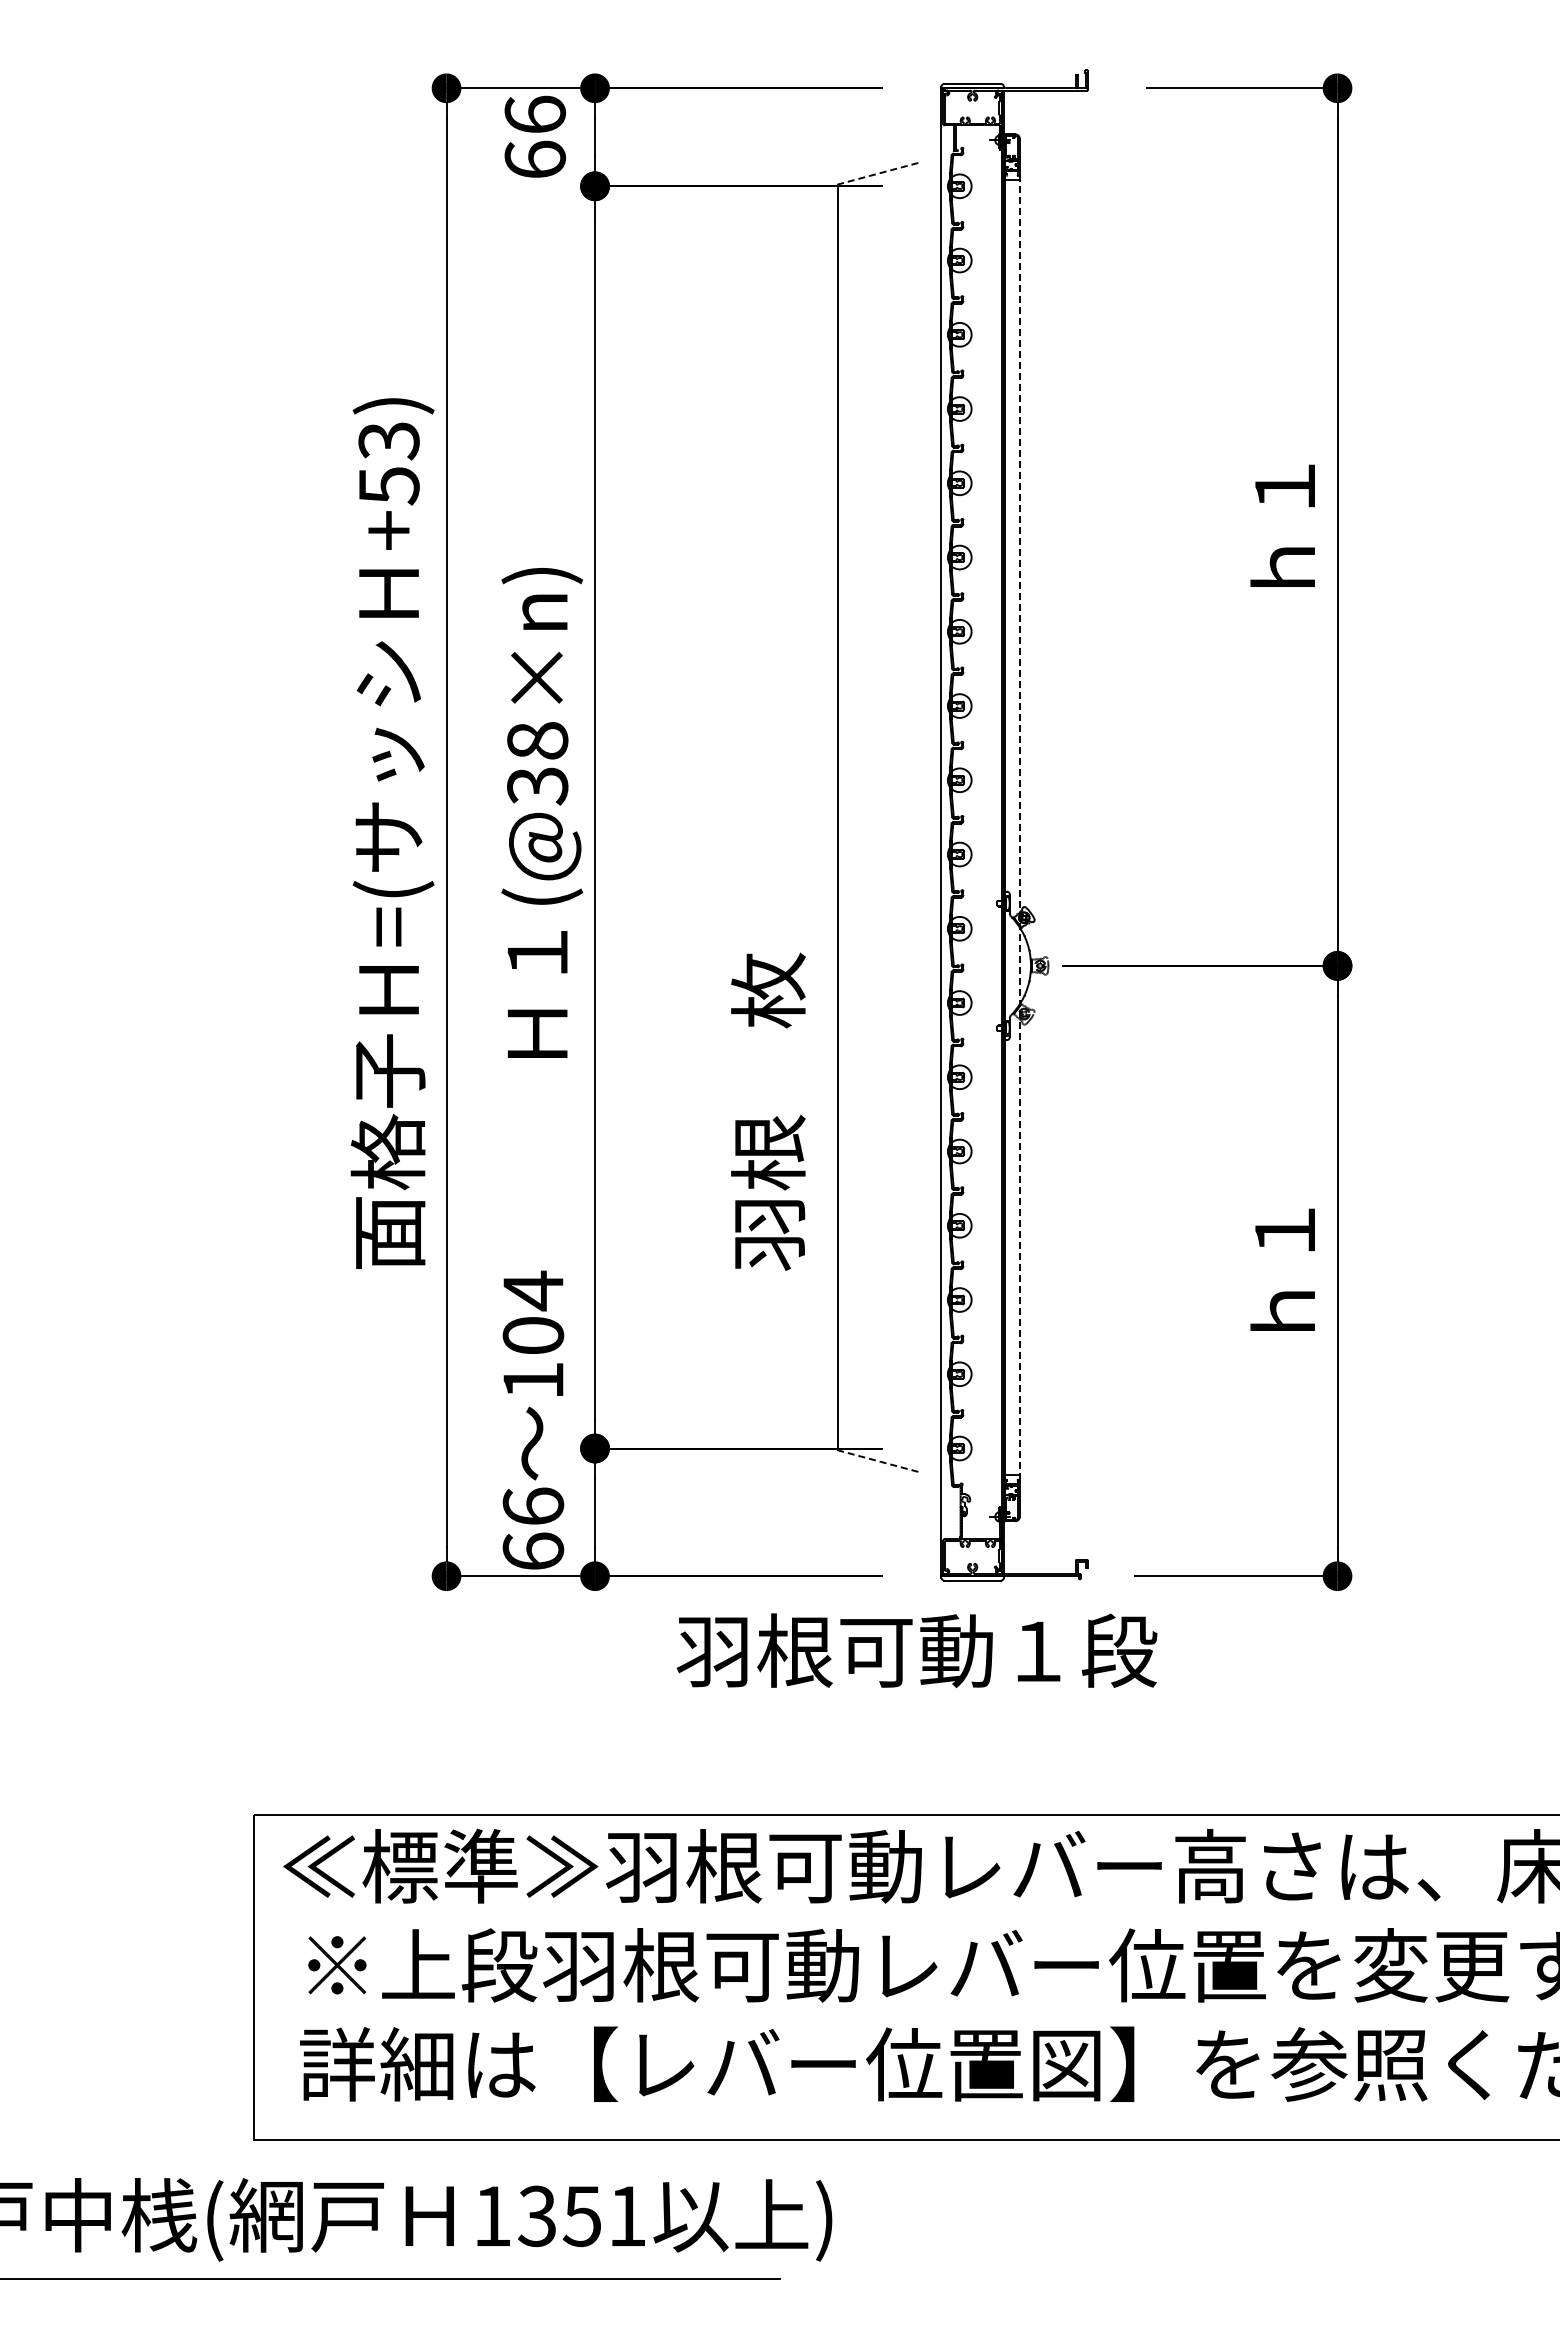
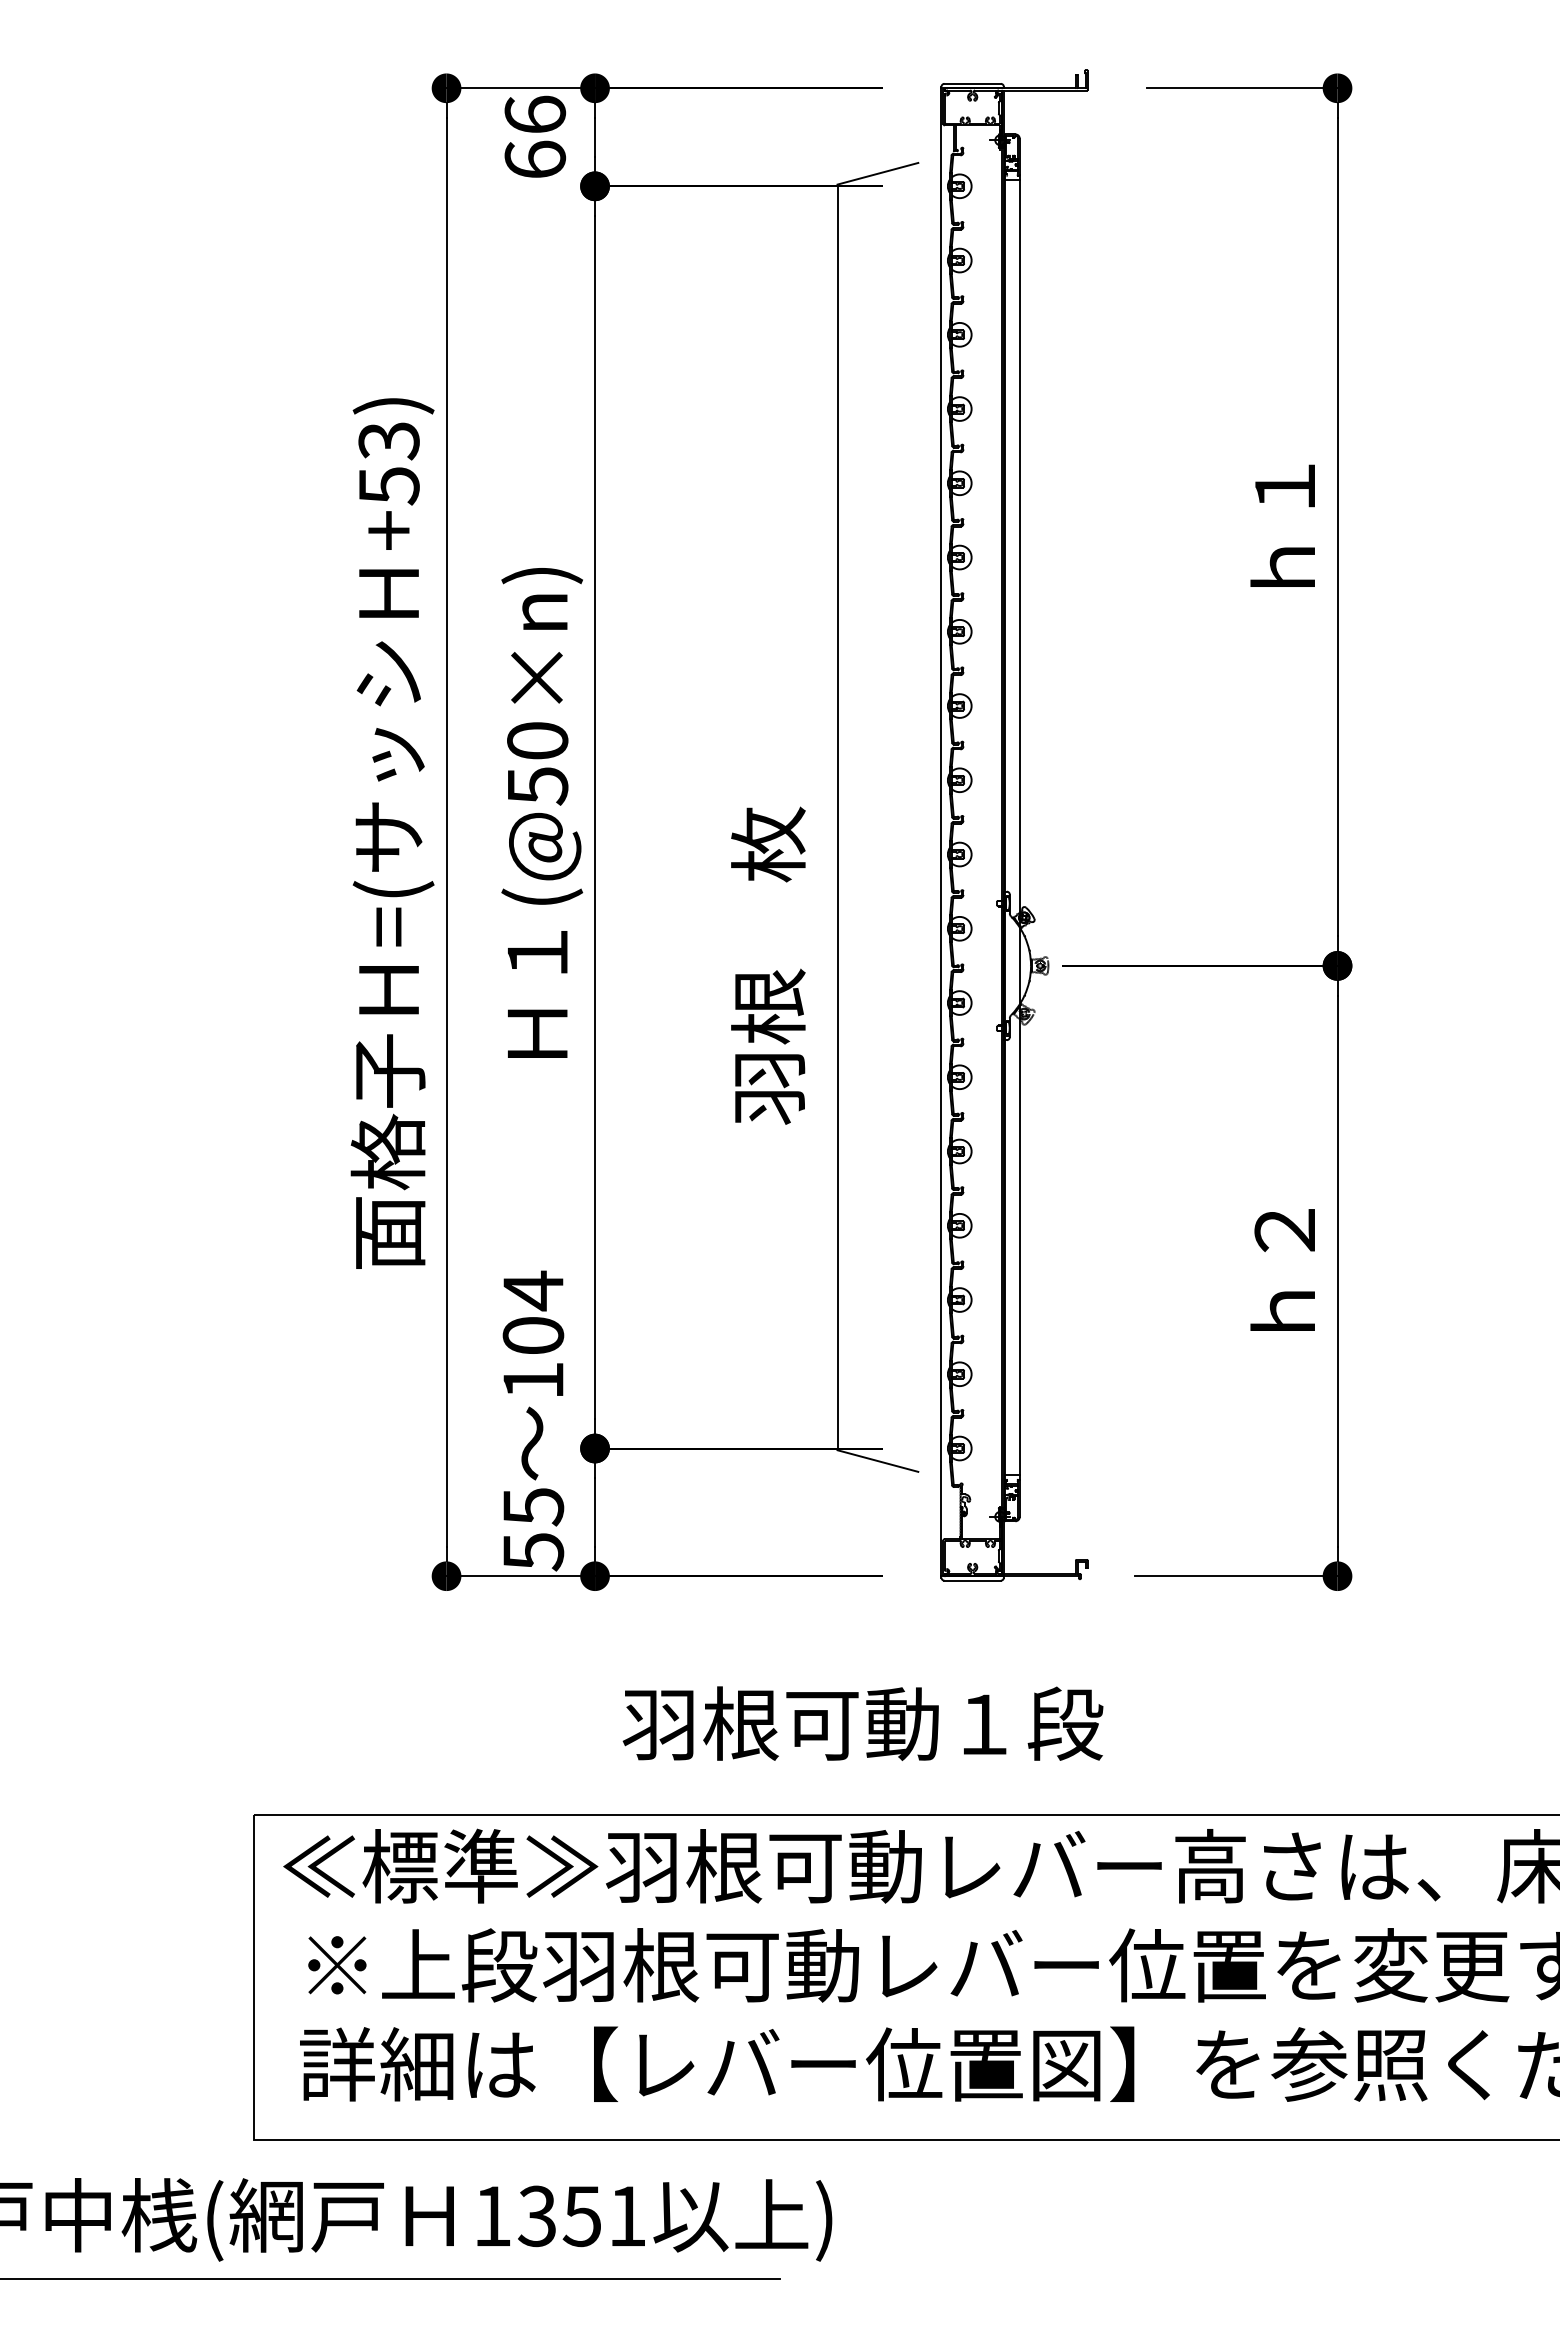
line at (877, 173): dashed -> solid
text at (537, 763): (@38×n) -> (@50×n)
line at (1019, 827): dashed -> solid
text at (768, 1111) position: (768, 1111) -> (768, 965)
text at (1284, 1230): ｈ１ -> ｈ２
line at (877, 1461): dashed -> solid
text at (533, 1529): 66 -> 55
text at (916, 1650) position: (916, 1650) -> (862, 1723)
